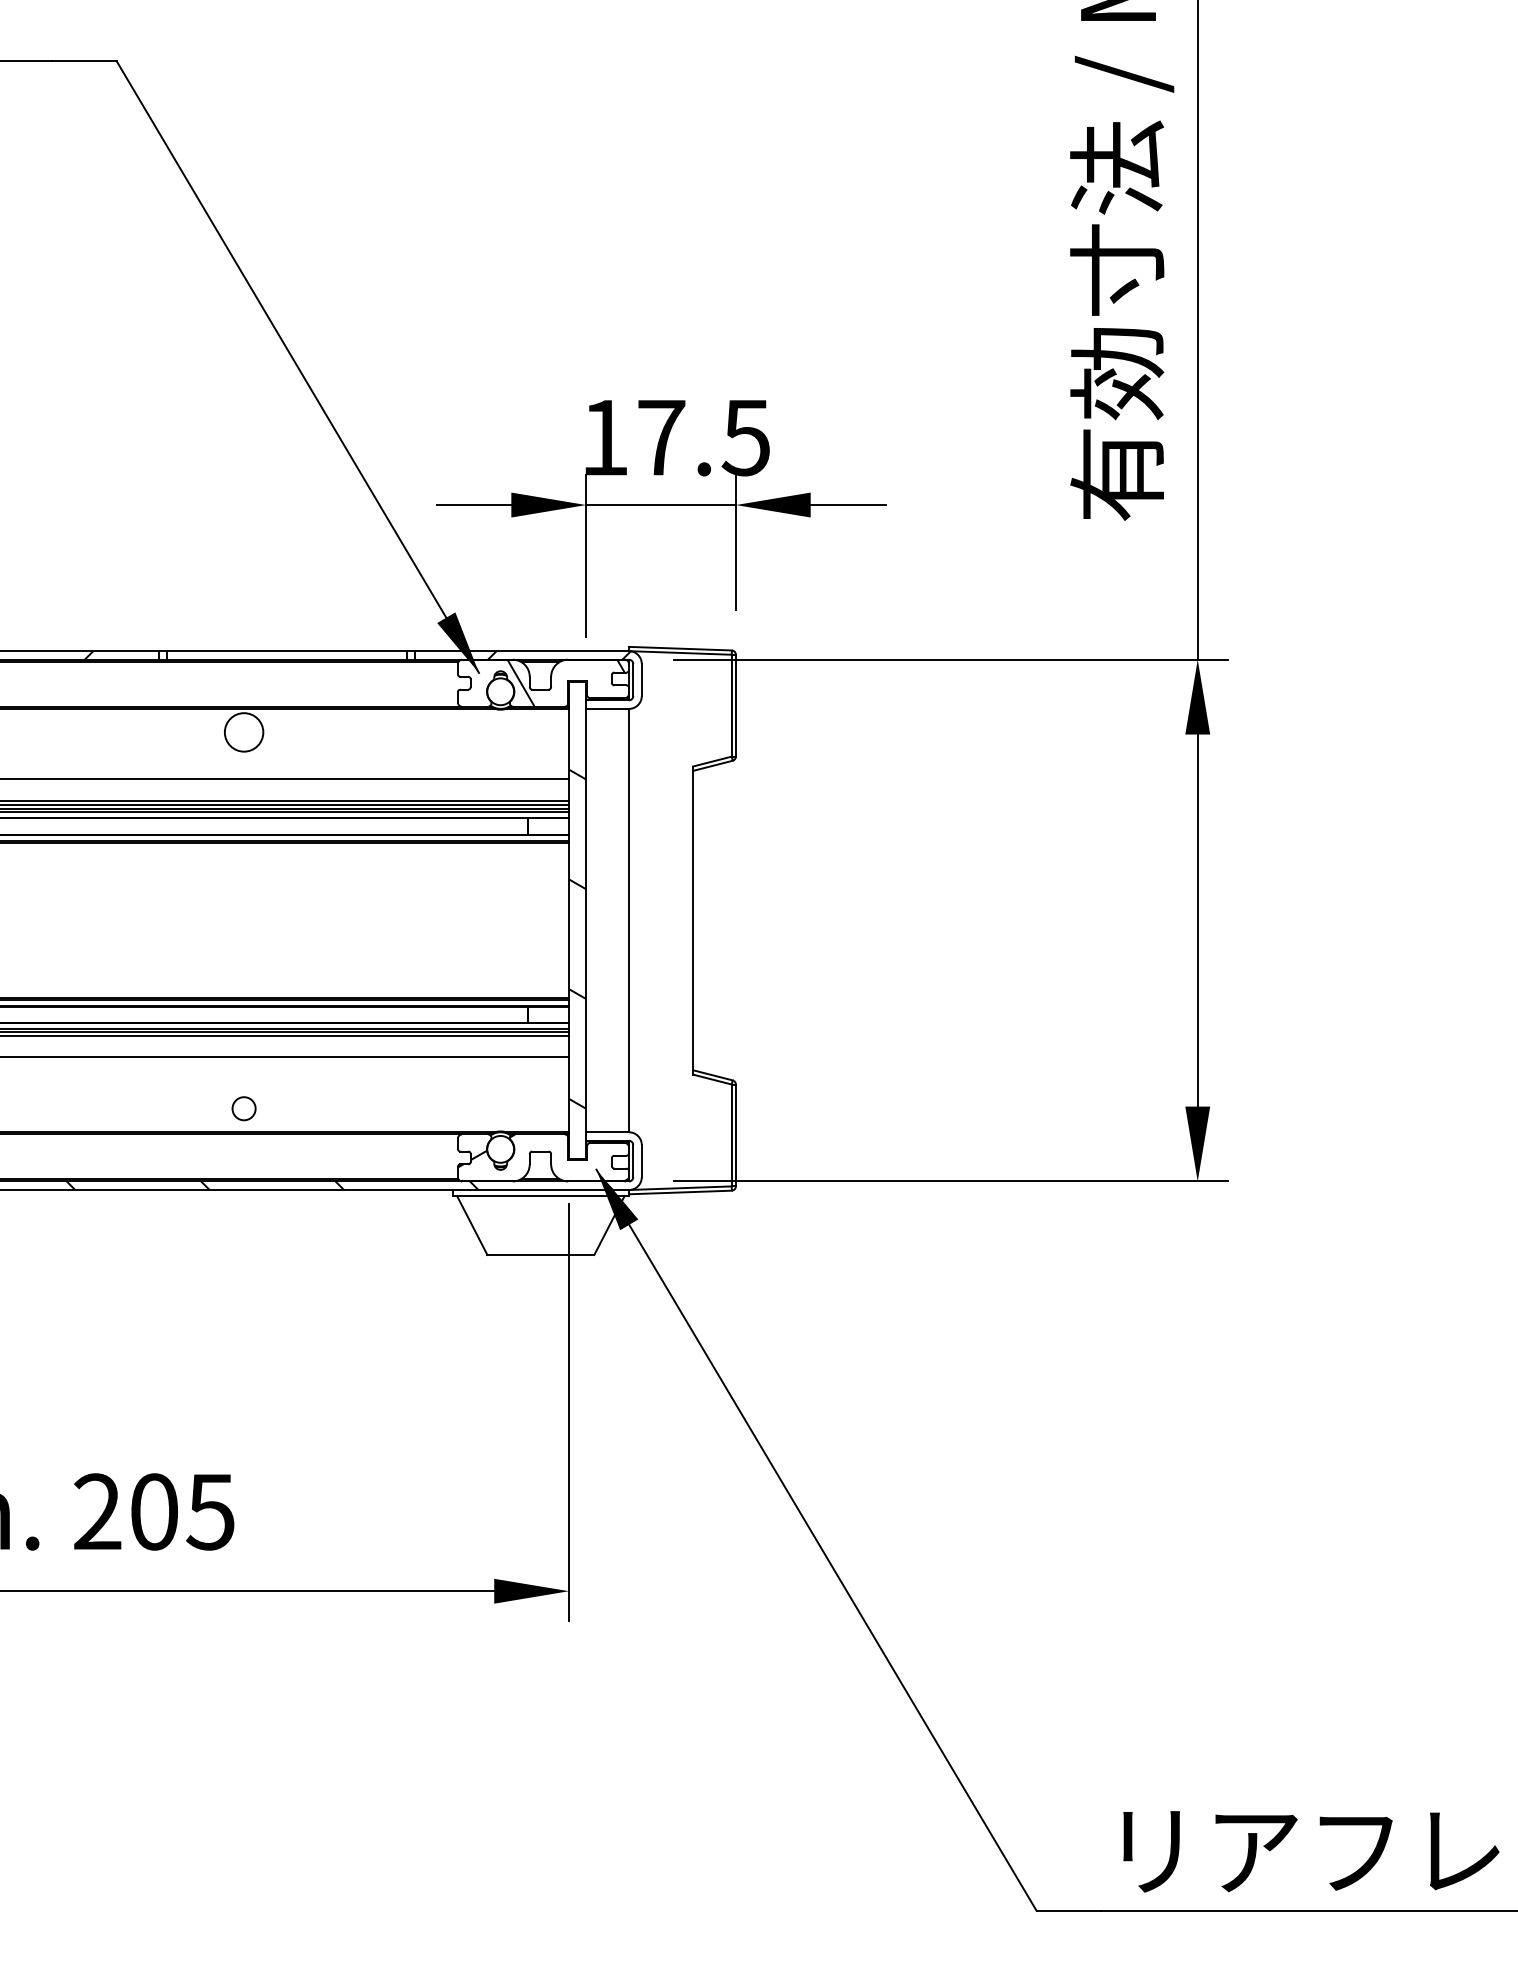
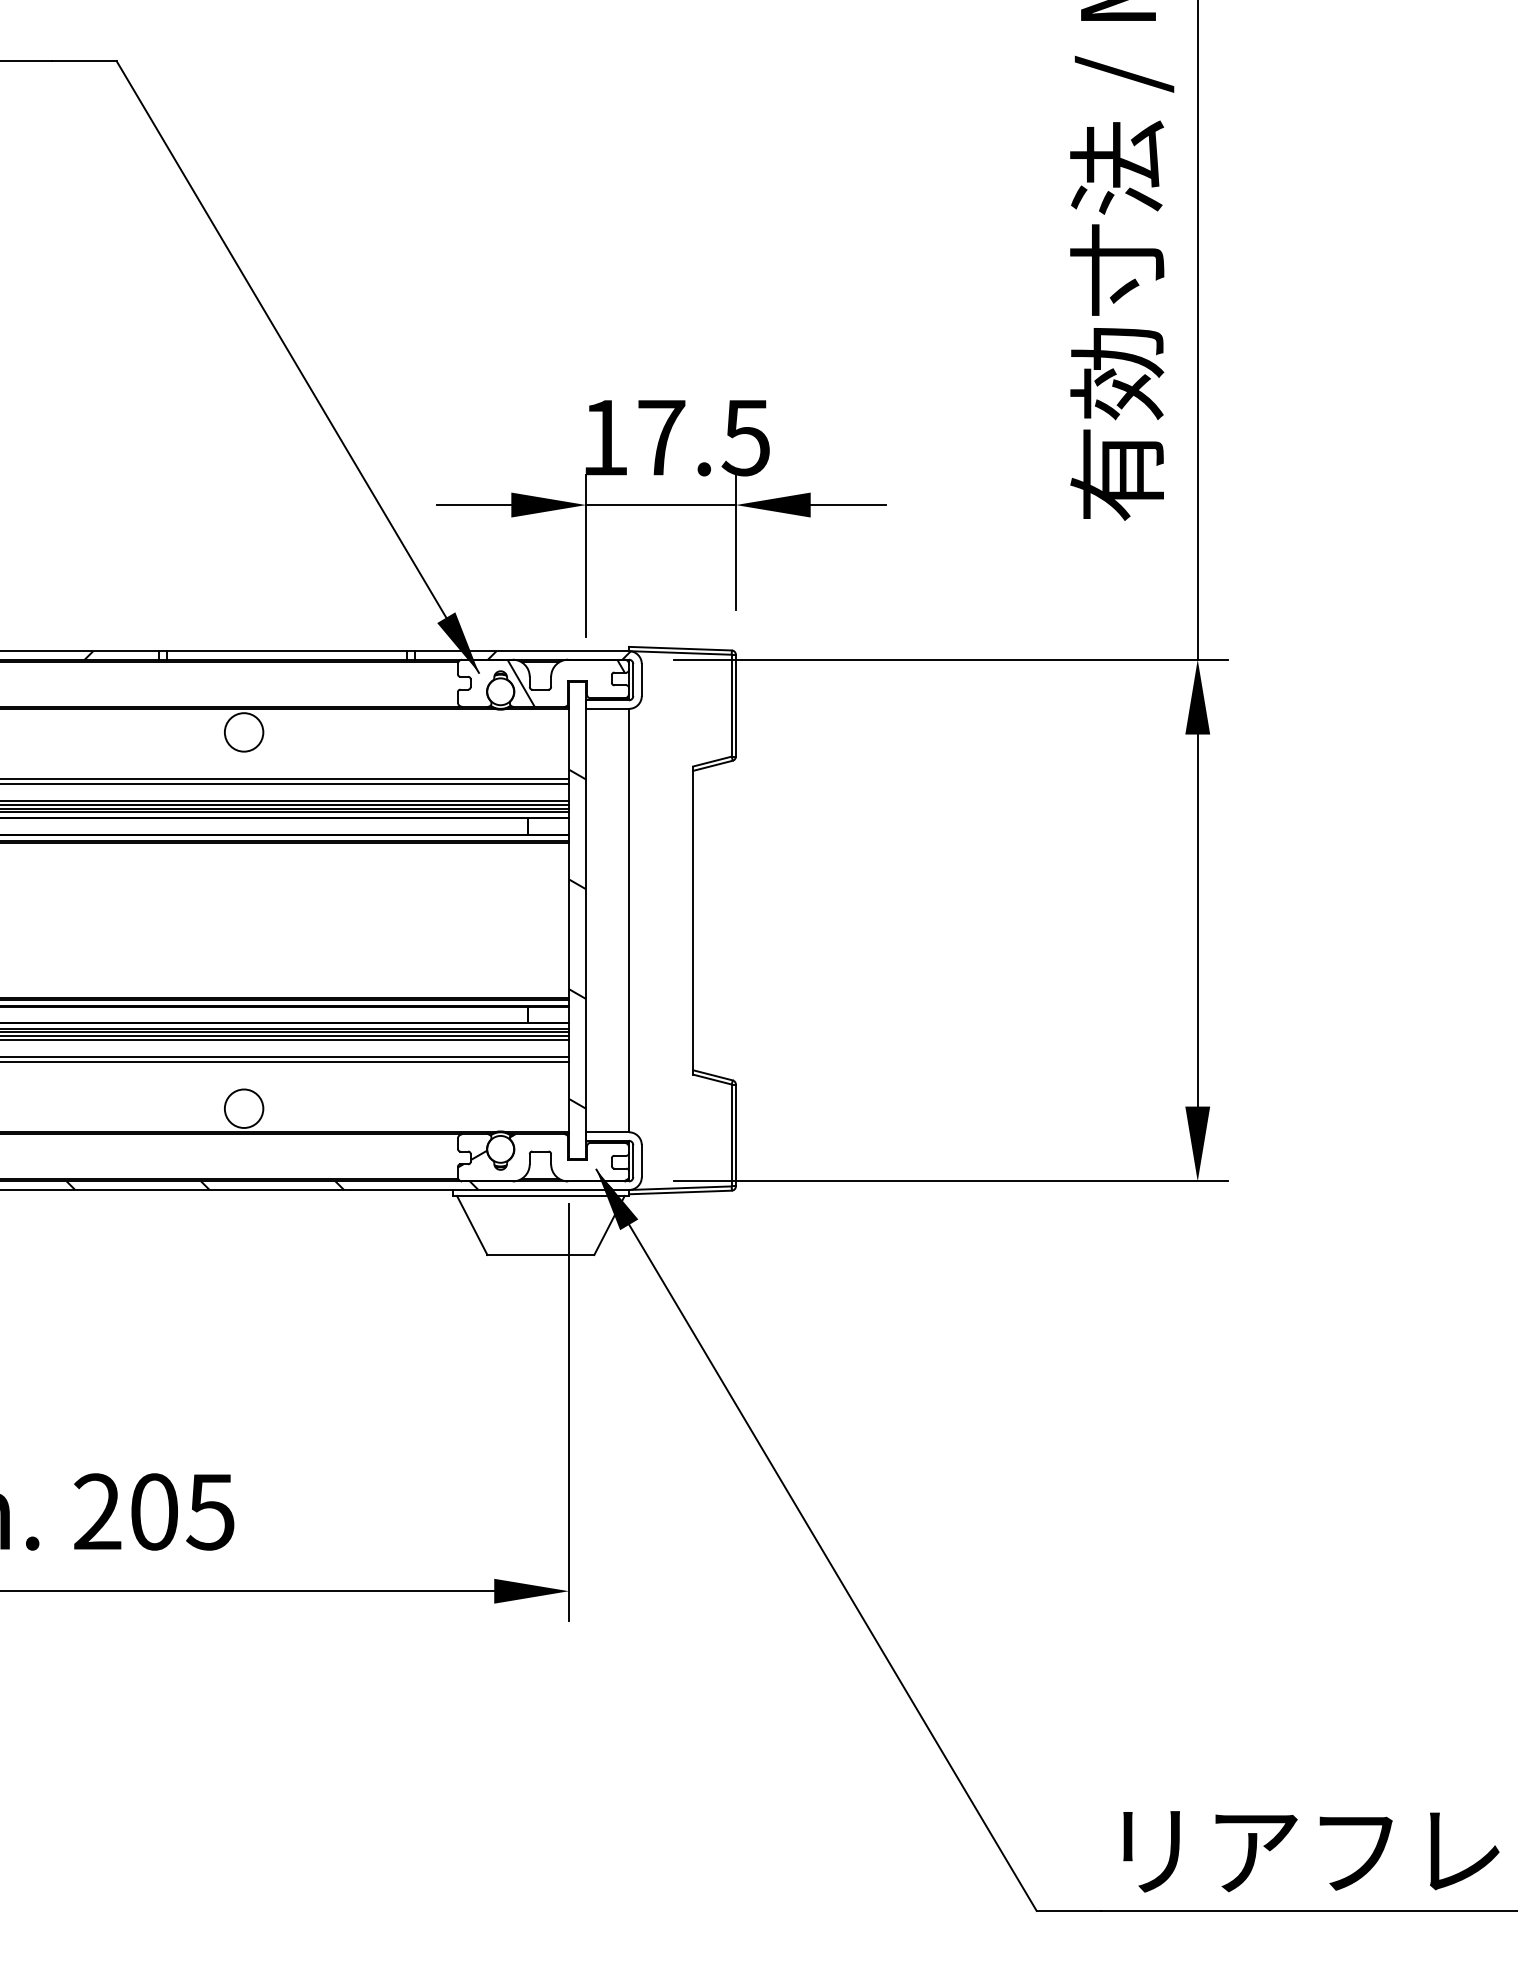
line at (285, 783): none -> present
line at (285, 1040): none -> present
line at (285, 1061): none -> present
circle at (243, 1108) diameter: 23 px -> 38 px
